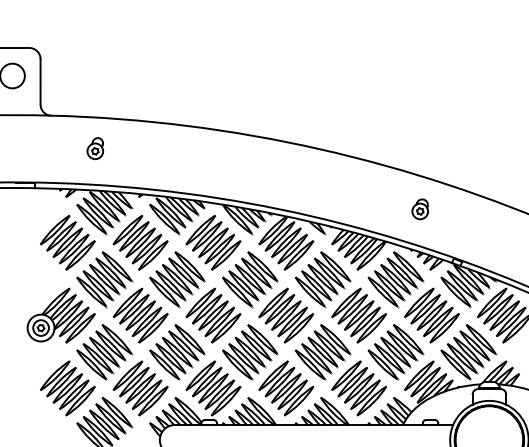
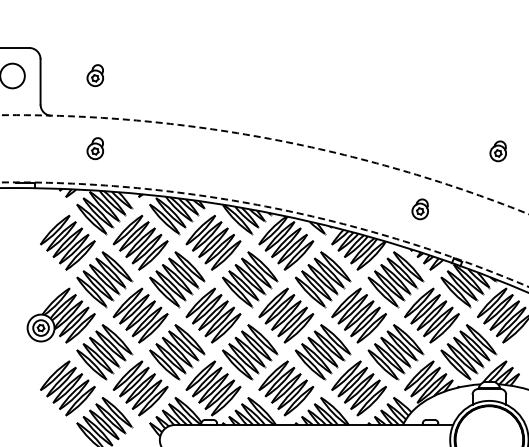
part at (94, 75): none -> present
arc at (270, 139): solid -> dashed
part at (497, 151): none -> present
arc at (268, 207): solid -> dashed
